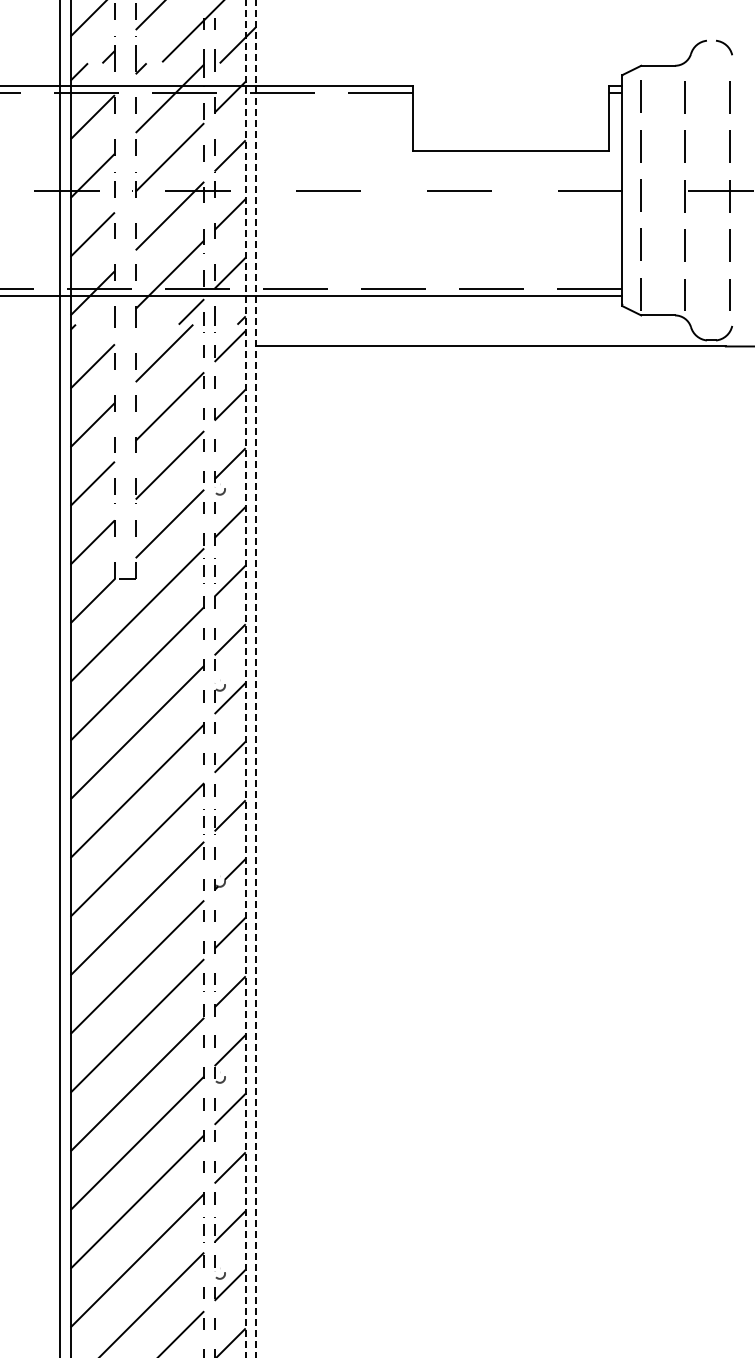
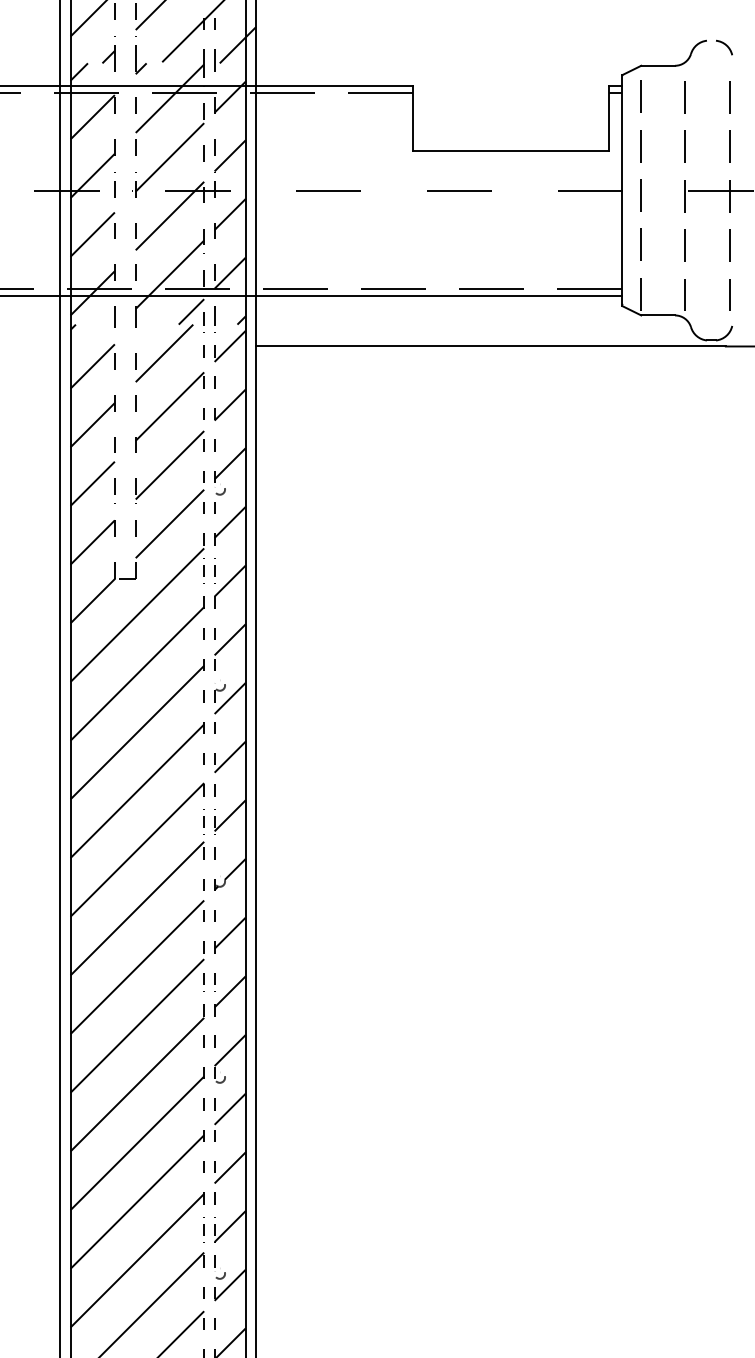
line at (245, 679): dashed -> solid
line at (256, 679): dashed -> solid
